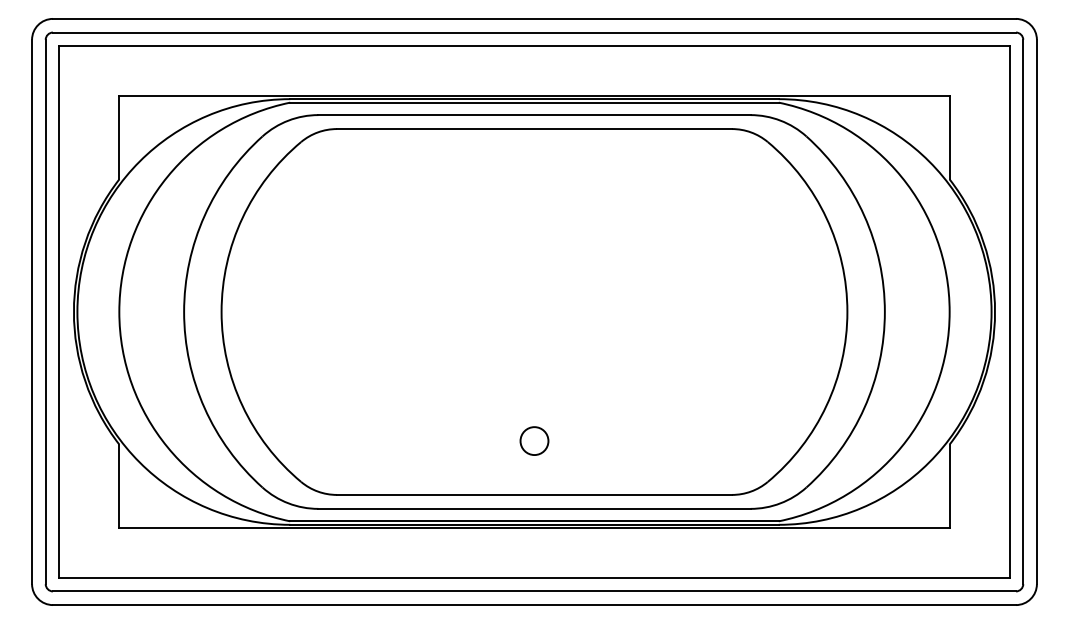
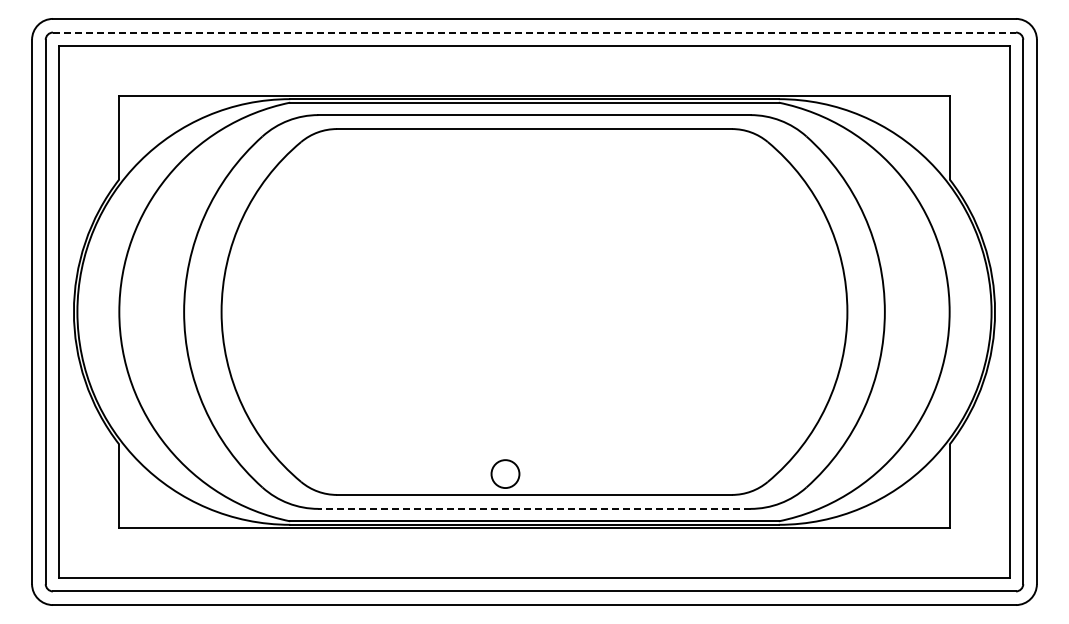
line at (534, 32): solid -> dashed
circle at (534, 440) position: (534, 440) -> (505, 473)
line at (534, 508): solid -> dashed
